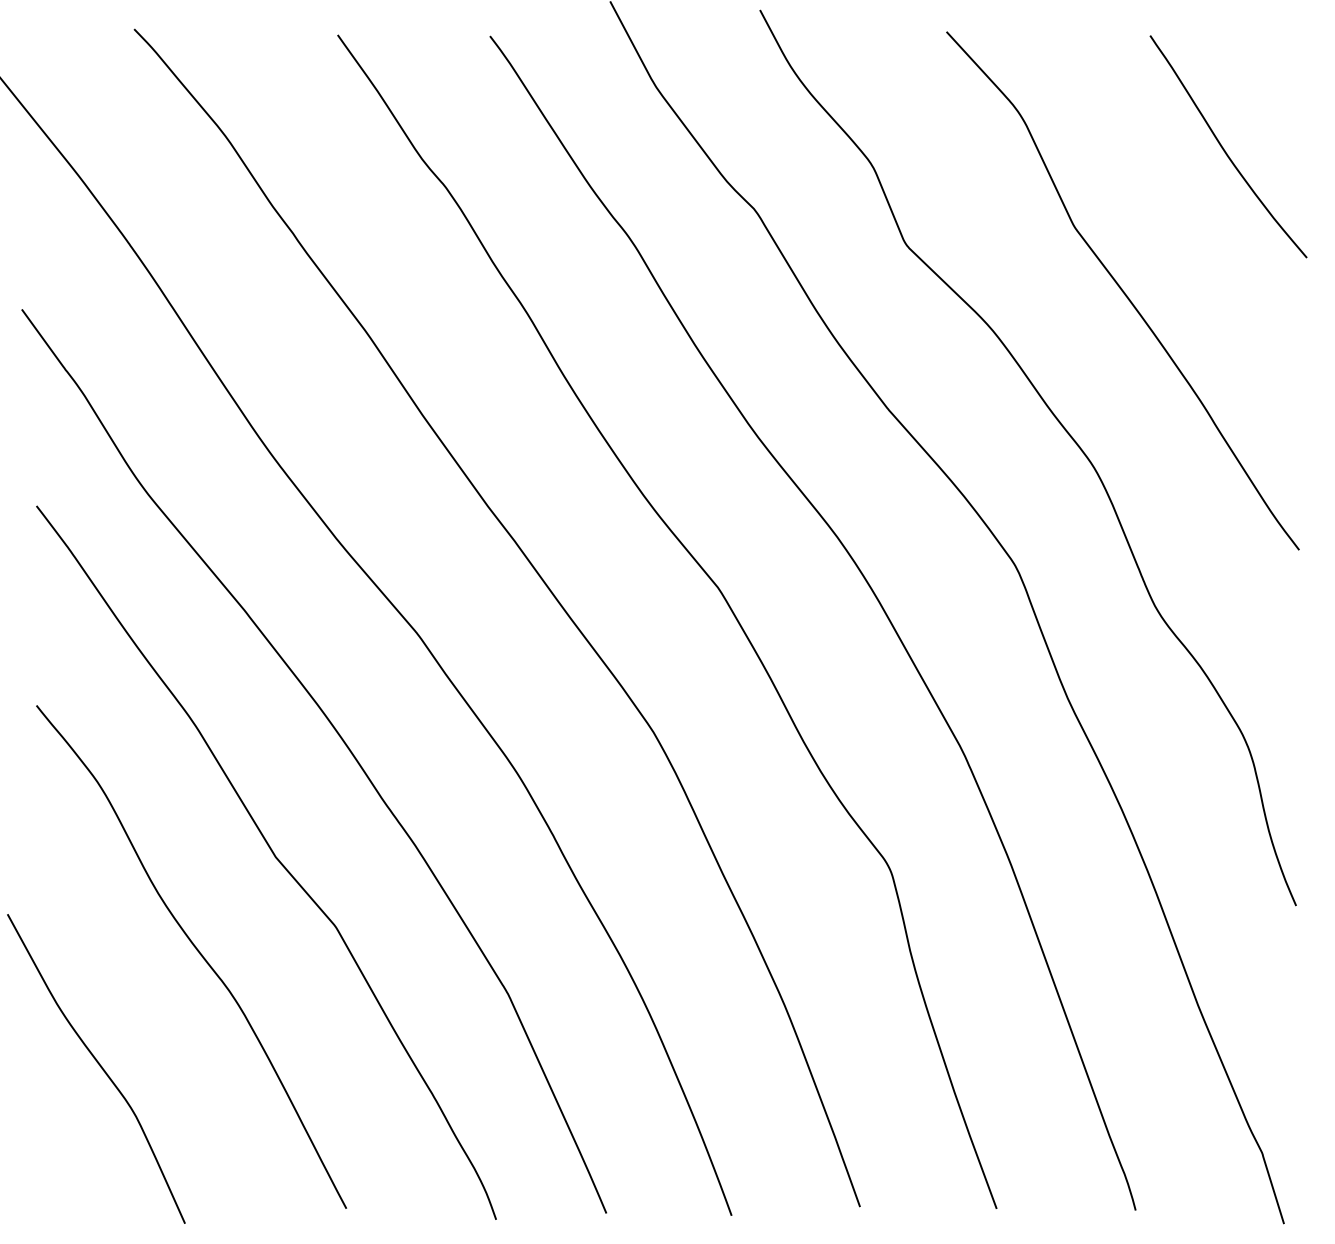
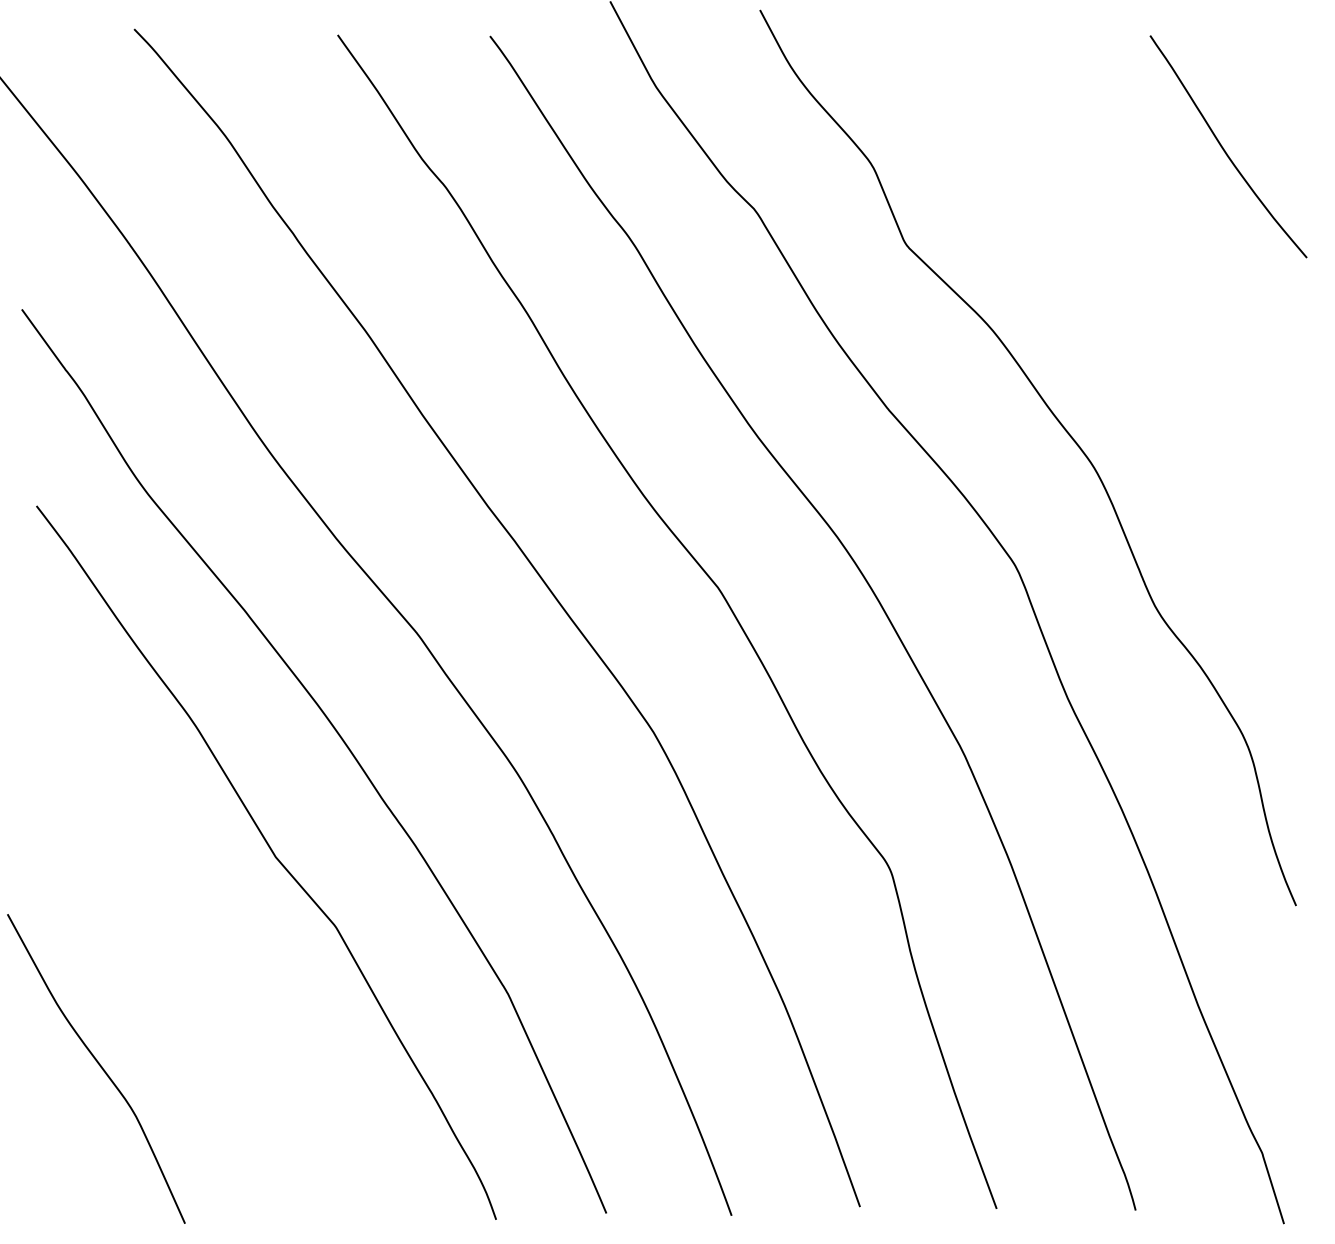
curve at (1122, 290): present -> none
curve at (196, 950): present -> none
